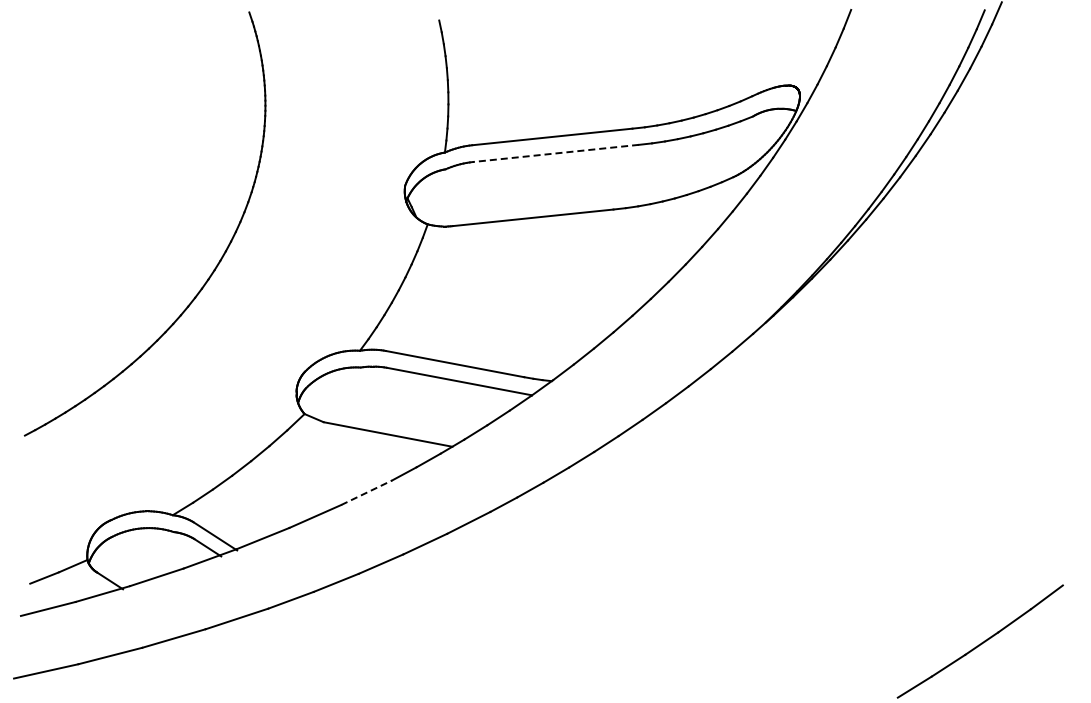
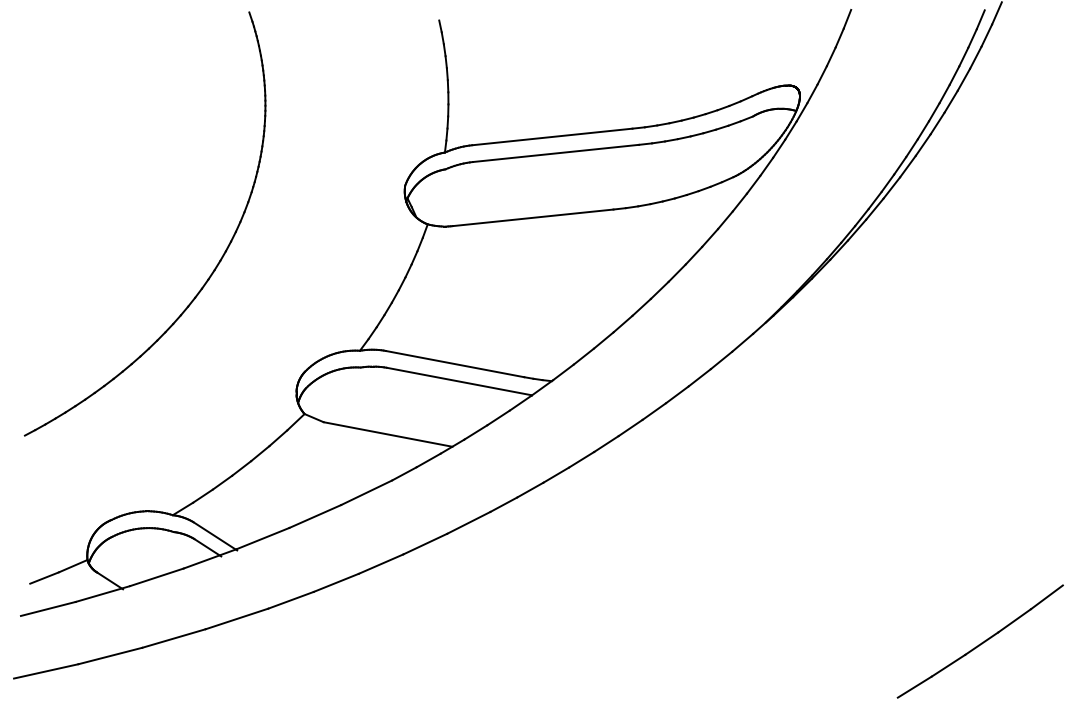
line at (555, 153): dashed -> solid
line at (367, 492): dashed -> solid
